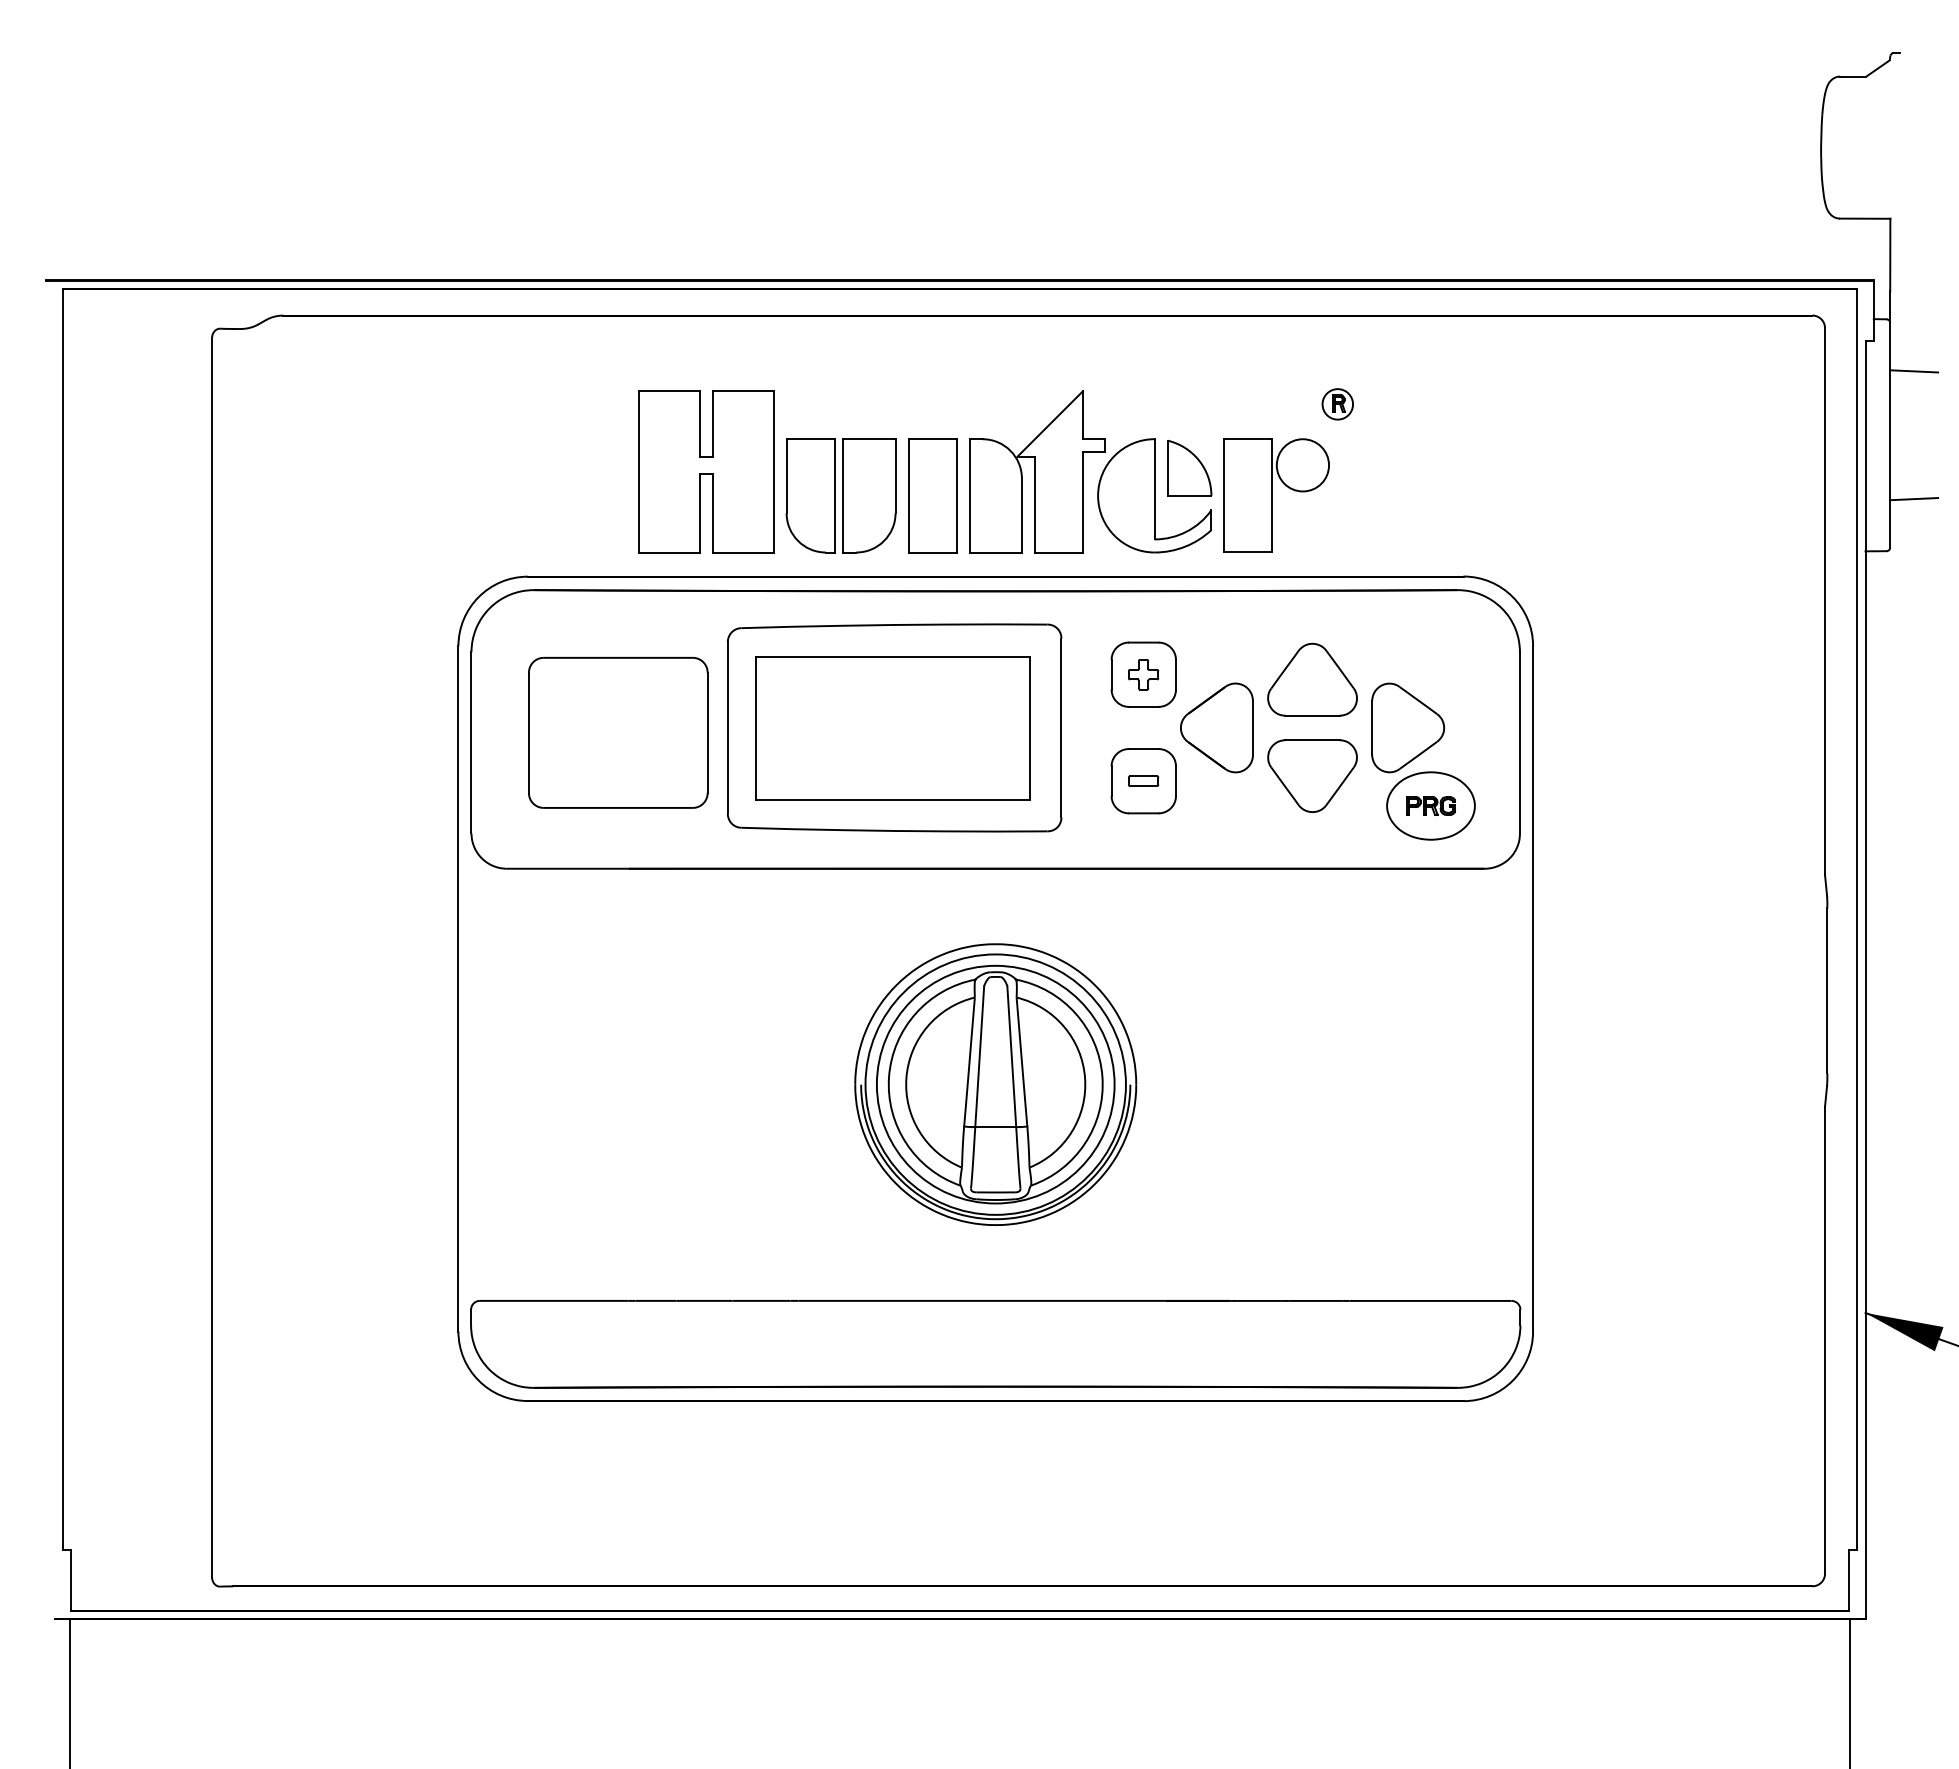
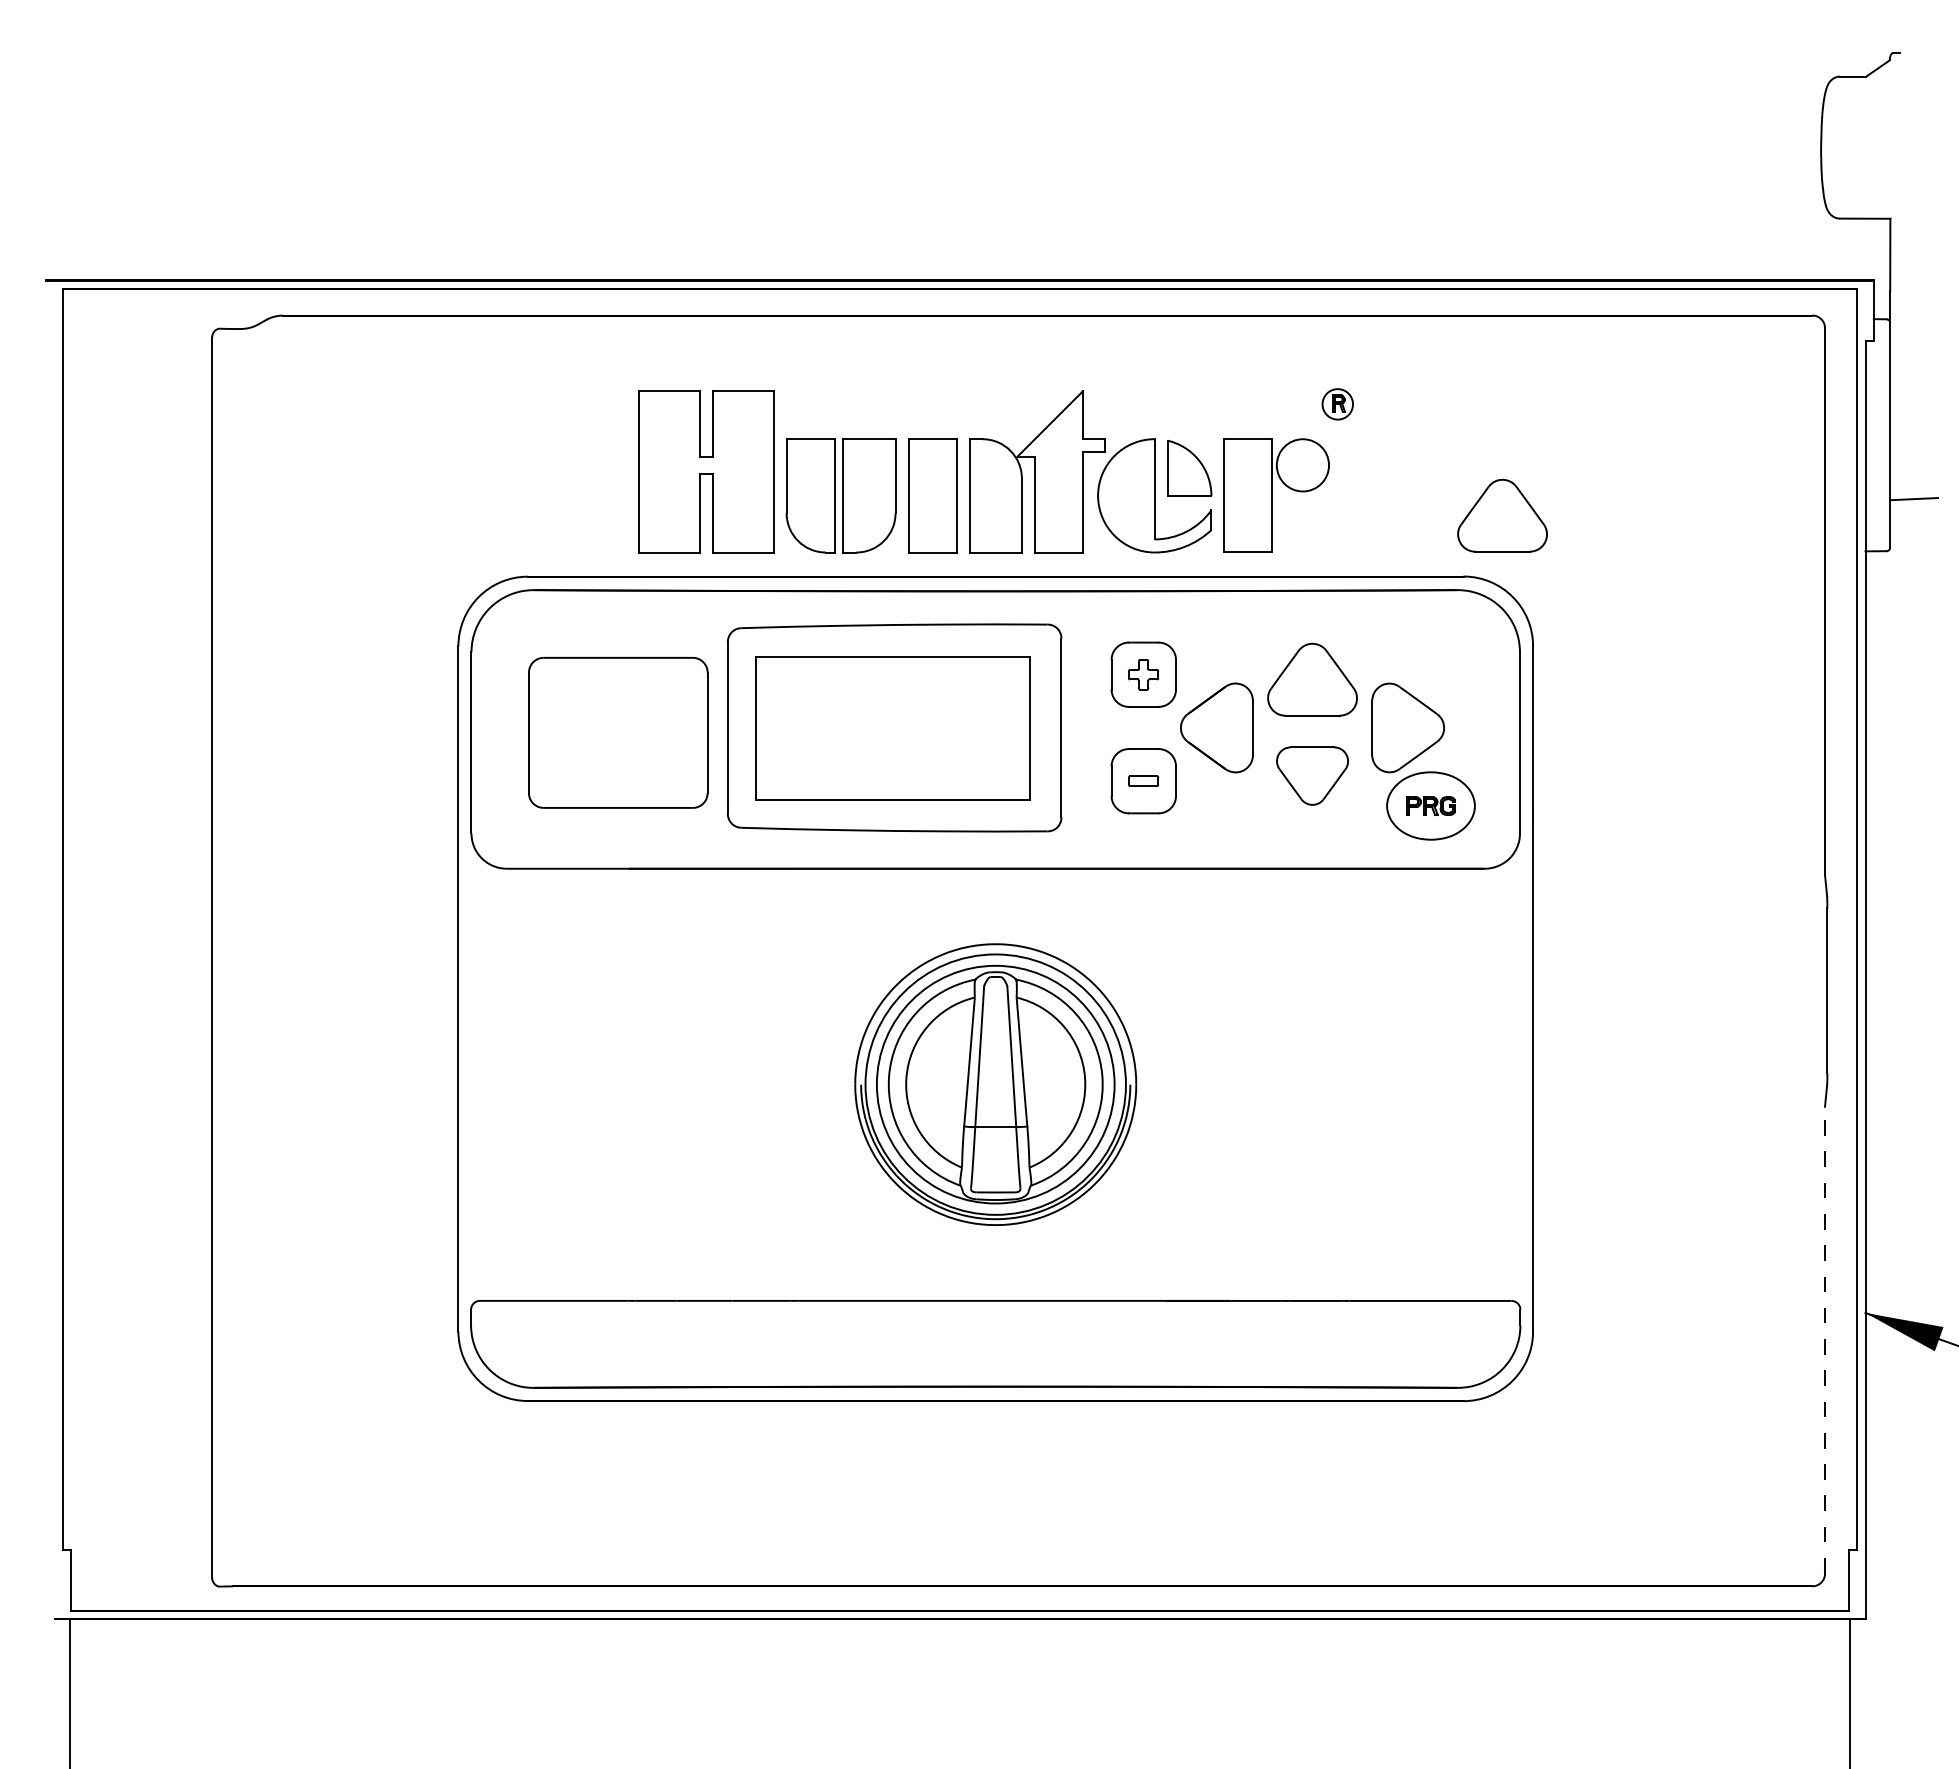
line at (1914, 371): present -> none
part at (1502, 515): none -> present
part at (1312, 775) size: 91x74 px -> 73x60 px
line at (1825, 1339): solid -> dashed
